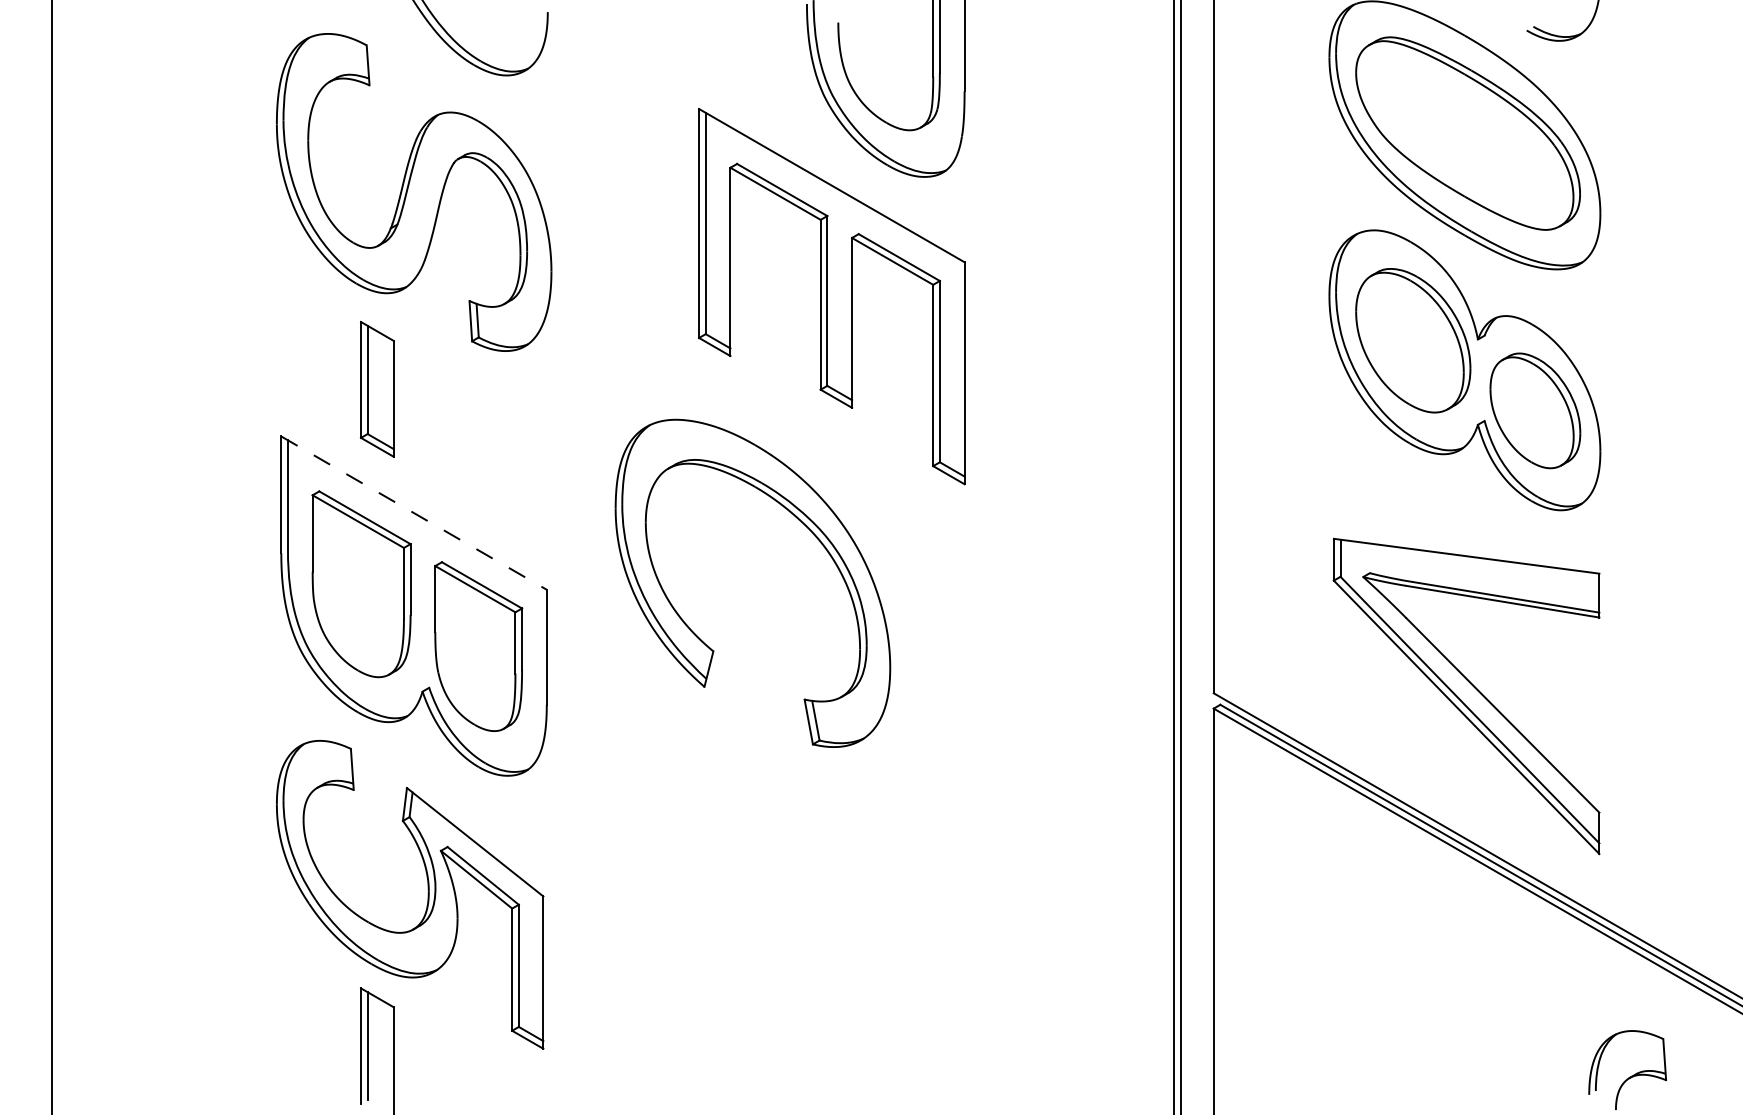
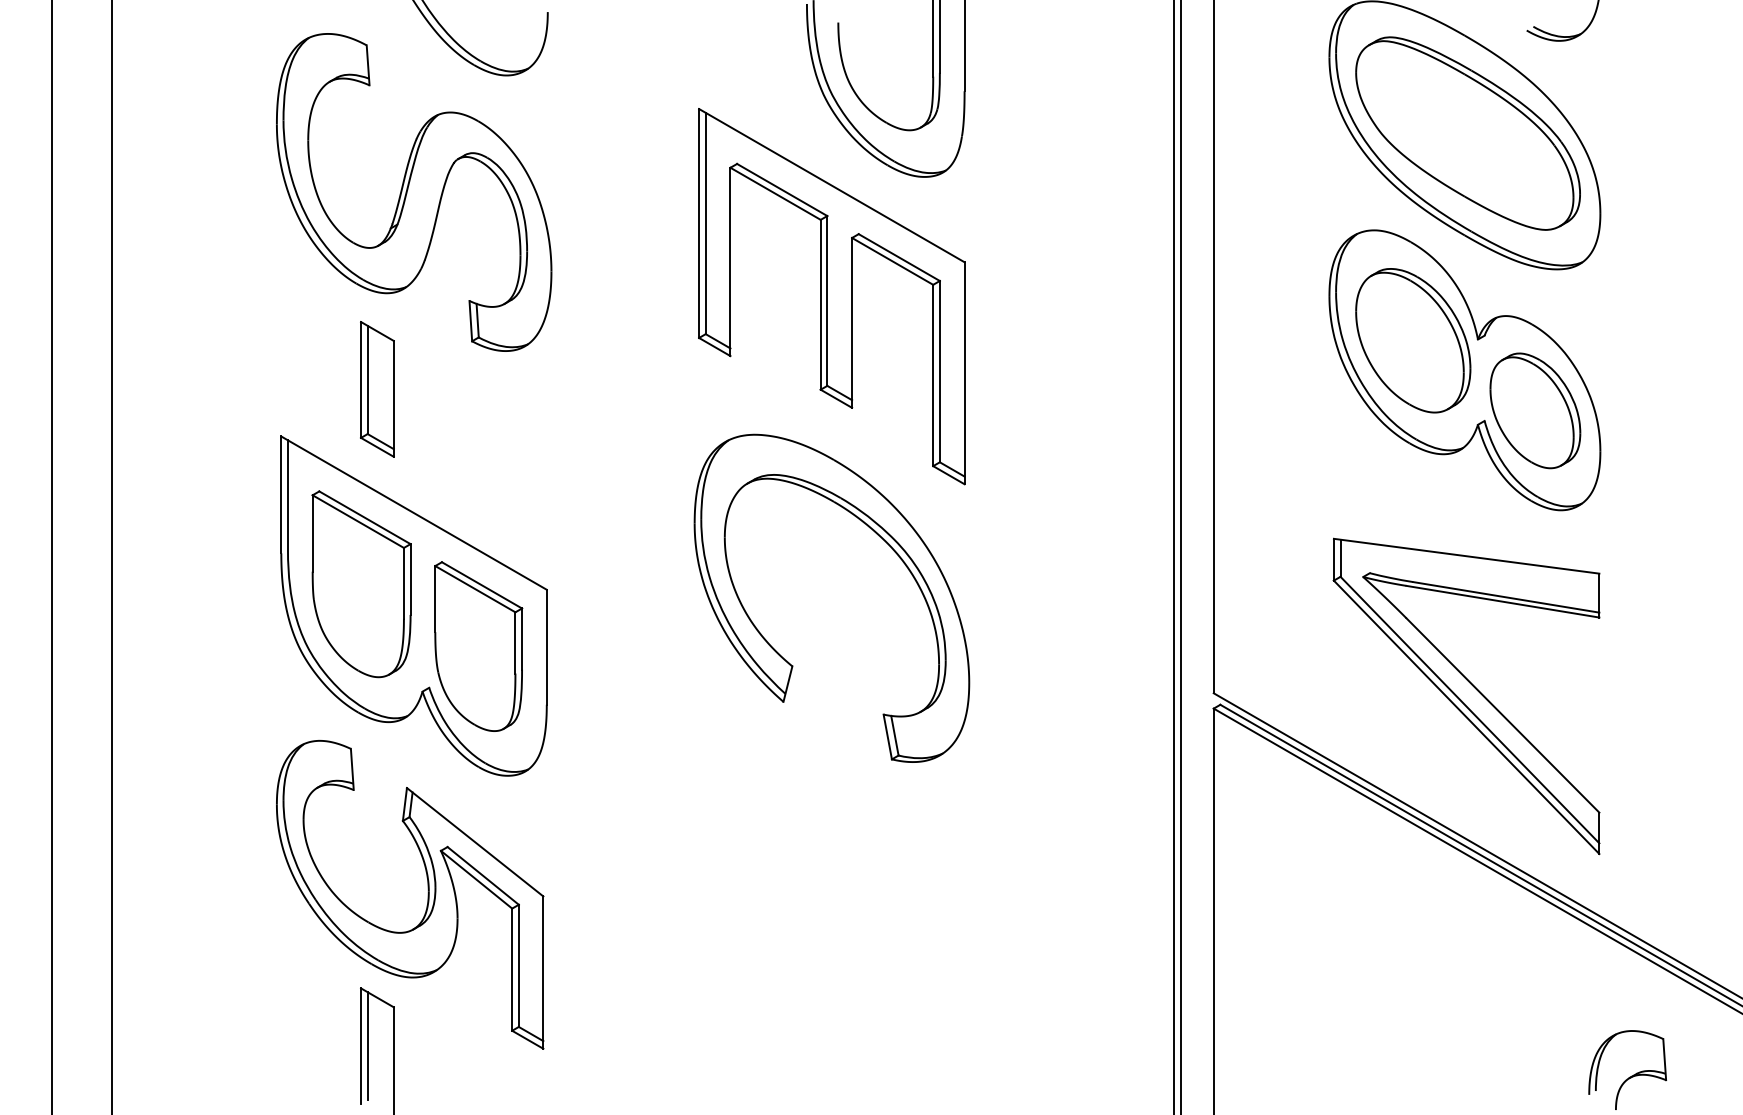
line at (414, 513): dashed -> solid
line at (112, 556): none -> present
part at (698, 636) position: (698, 636) -> (777, 651)
